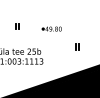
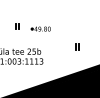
part at (51, 28) position: (51, 28) -> (40, 28)
